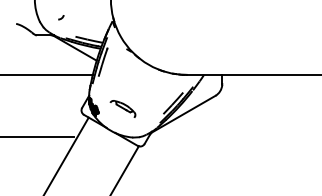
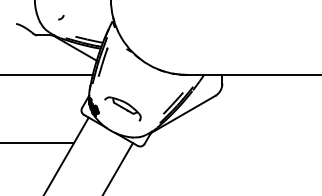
part at (122, 108) size: 28x18 px -> 38x26 px
line at (38, 136) position: (38, 136) -> (38, 142)
line at (124, 169) position: (124, 169) -> (118, 167)
